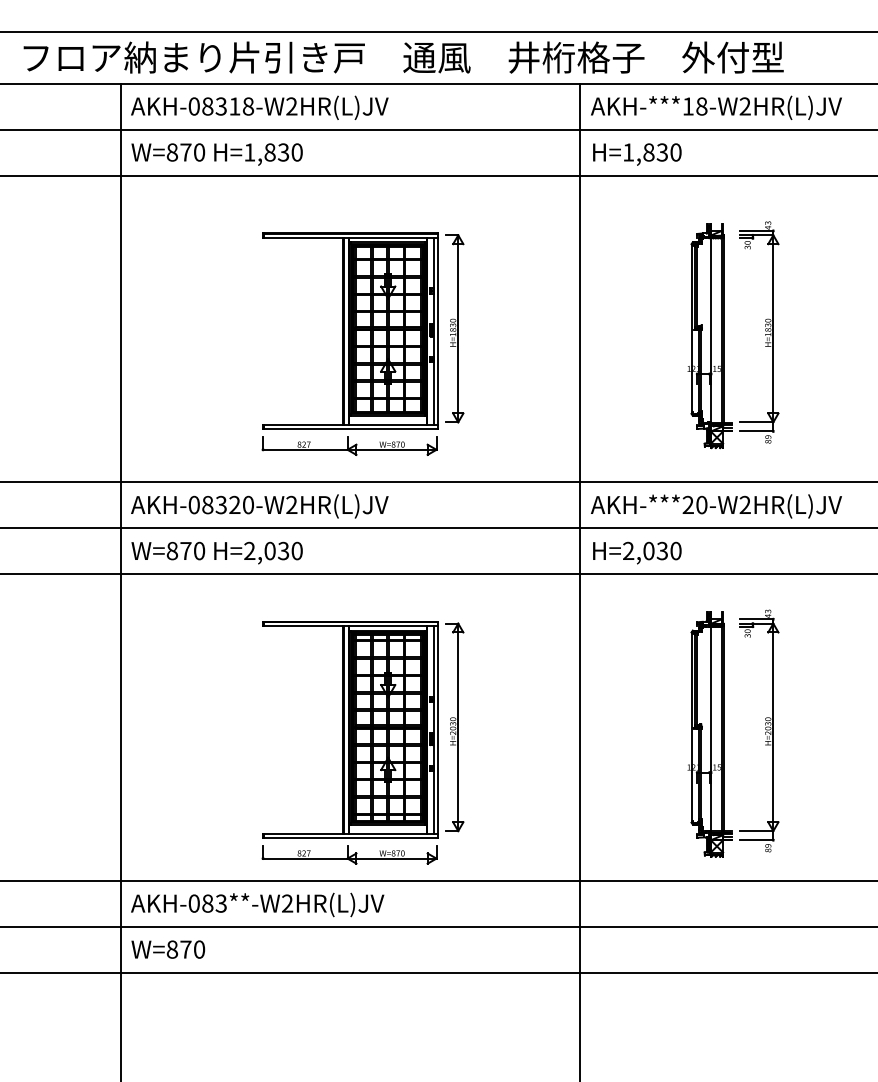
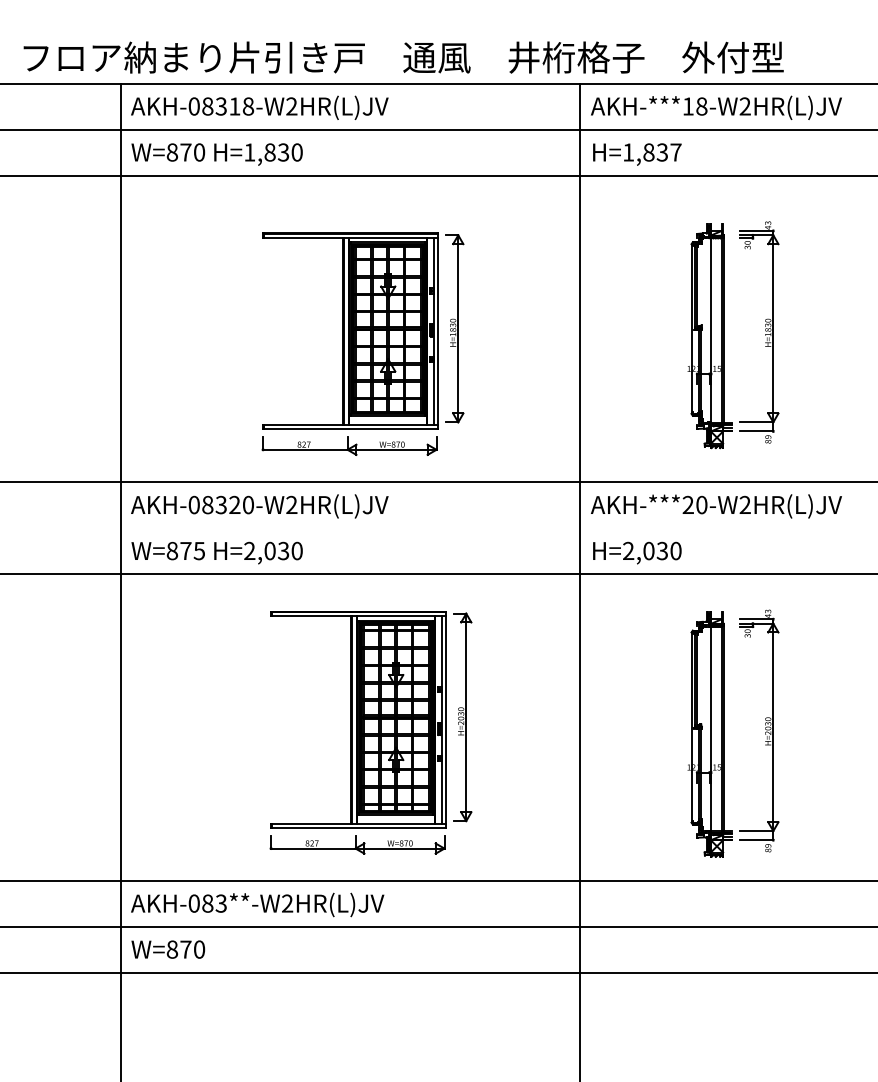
line at (438, 32): present -> none
text at (675, 152): H=1,830 -> H=1,837
line at (438, 528): present -> none
text at (199, 550): W=870 -> W=875
part at (362, 742) position: (362, 742) -> (370, 732)
